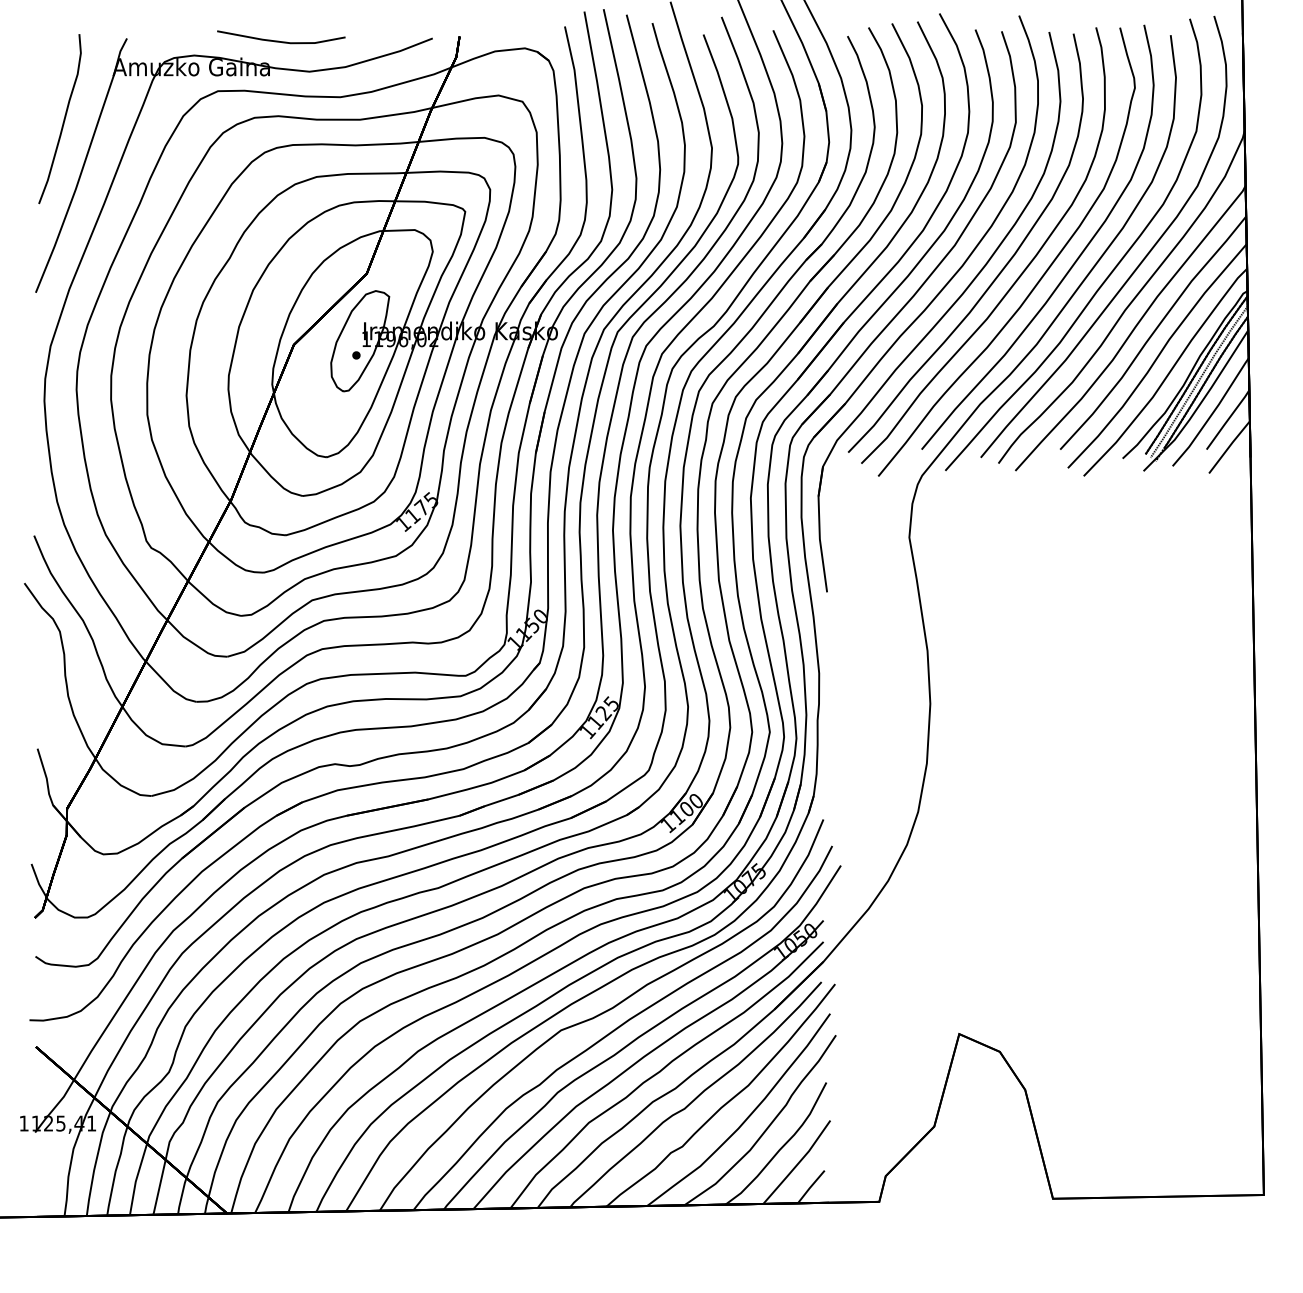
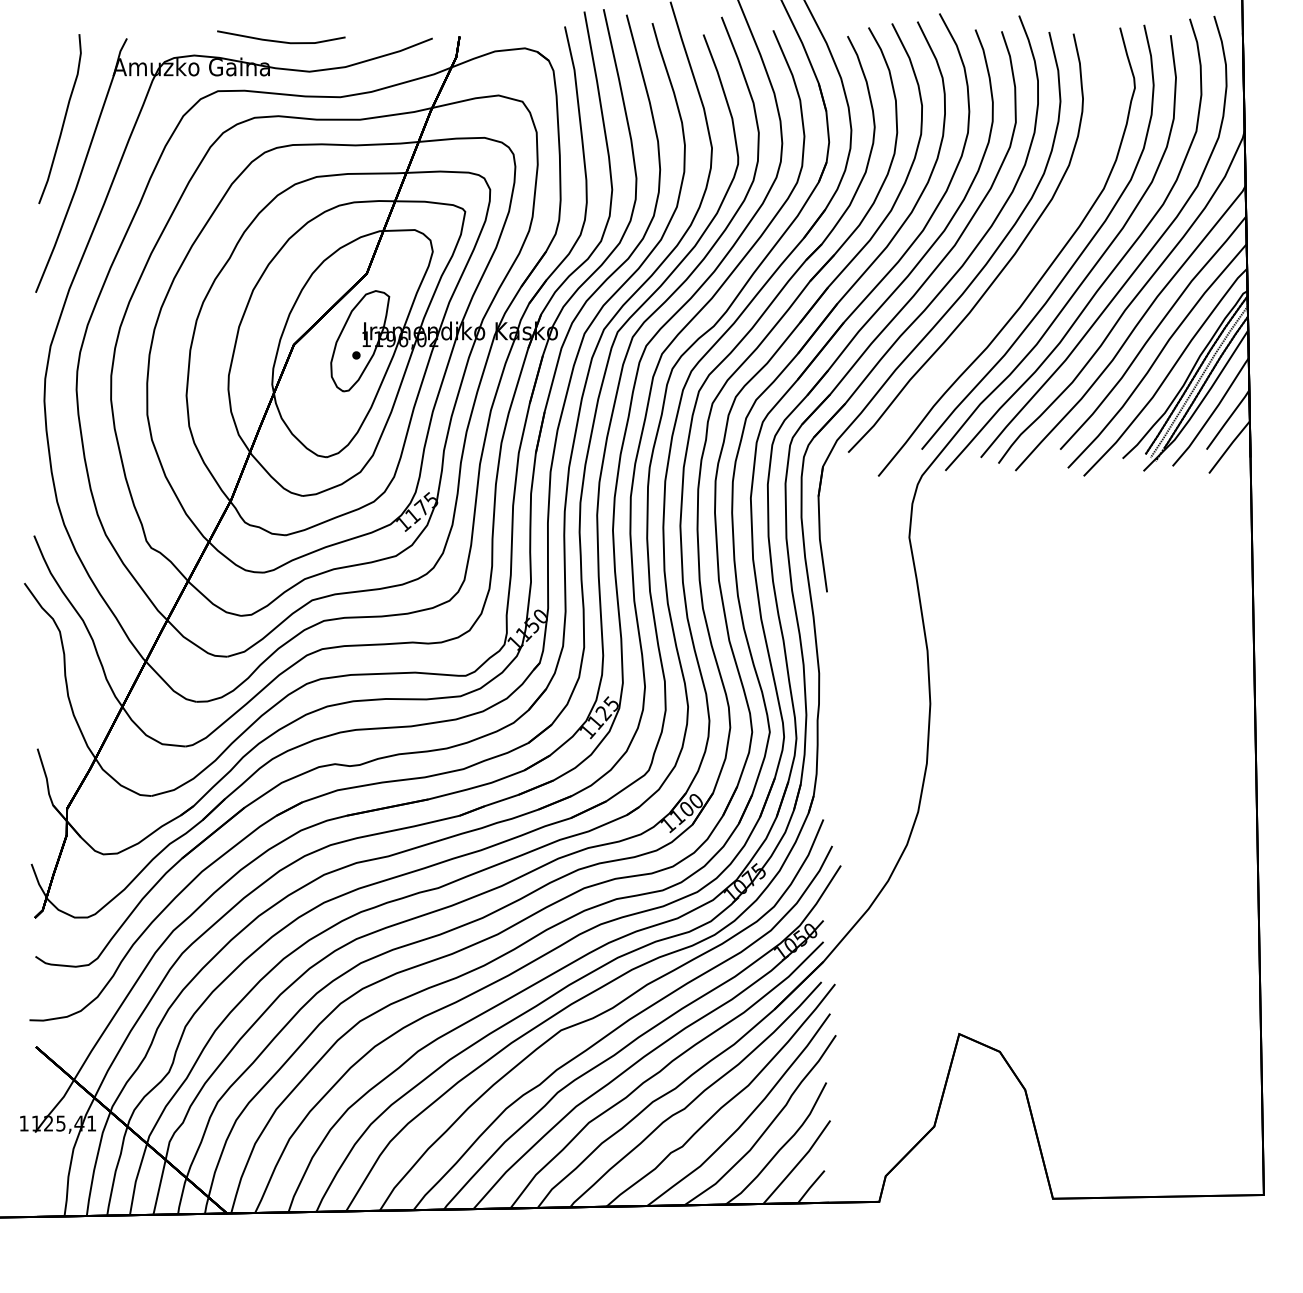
part at (1021, 272): present -> none
